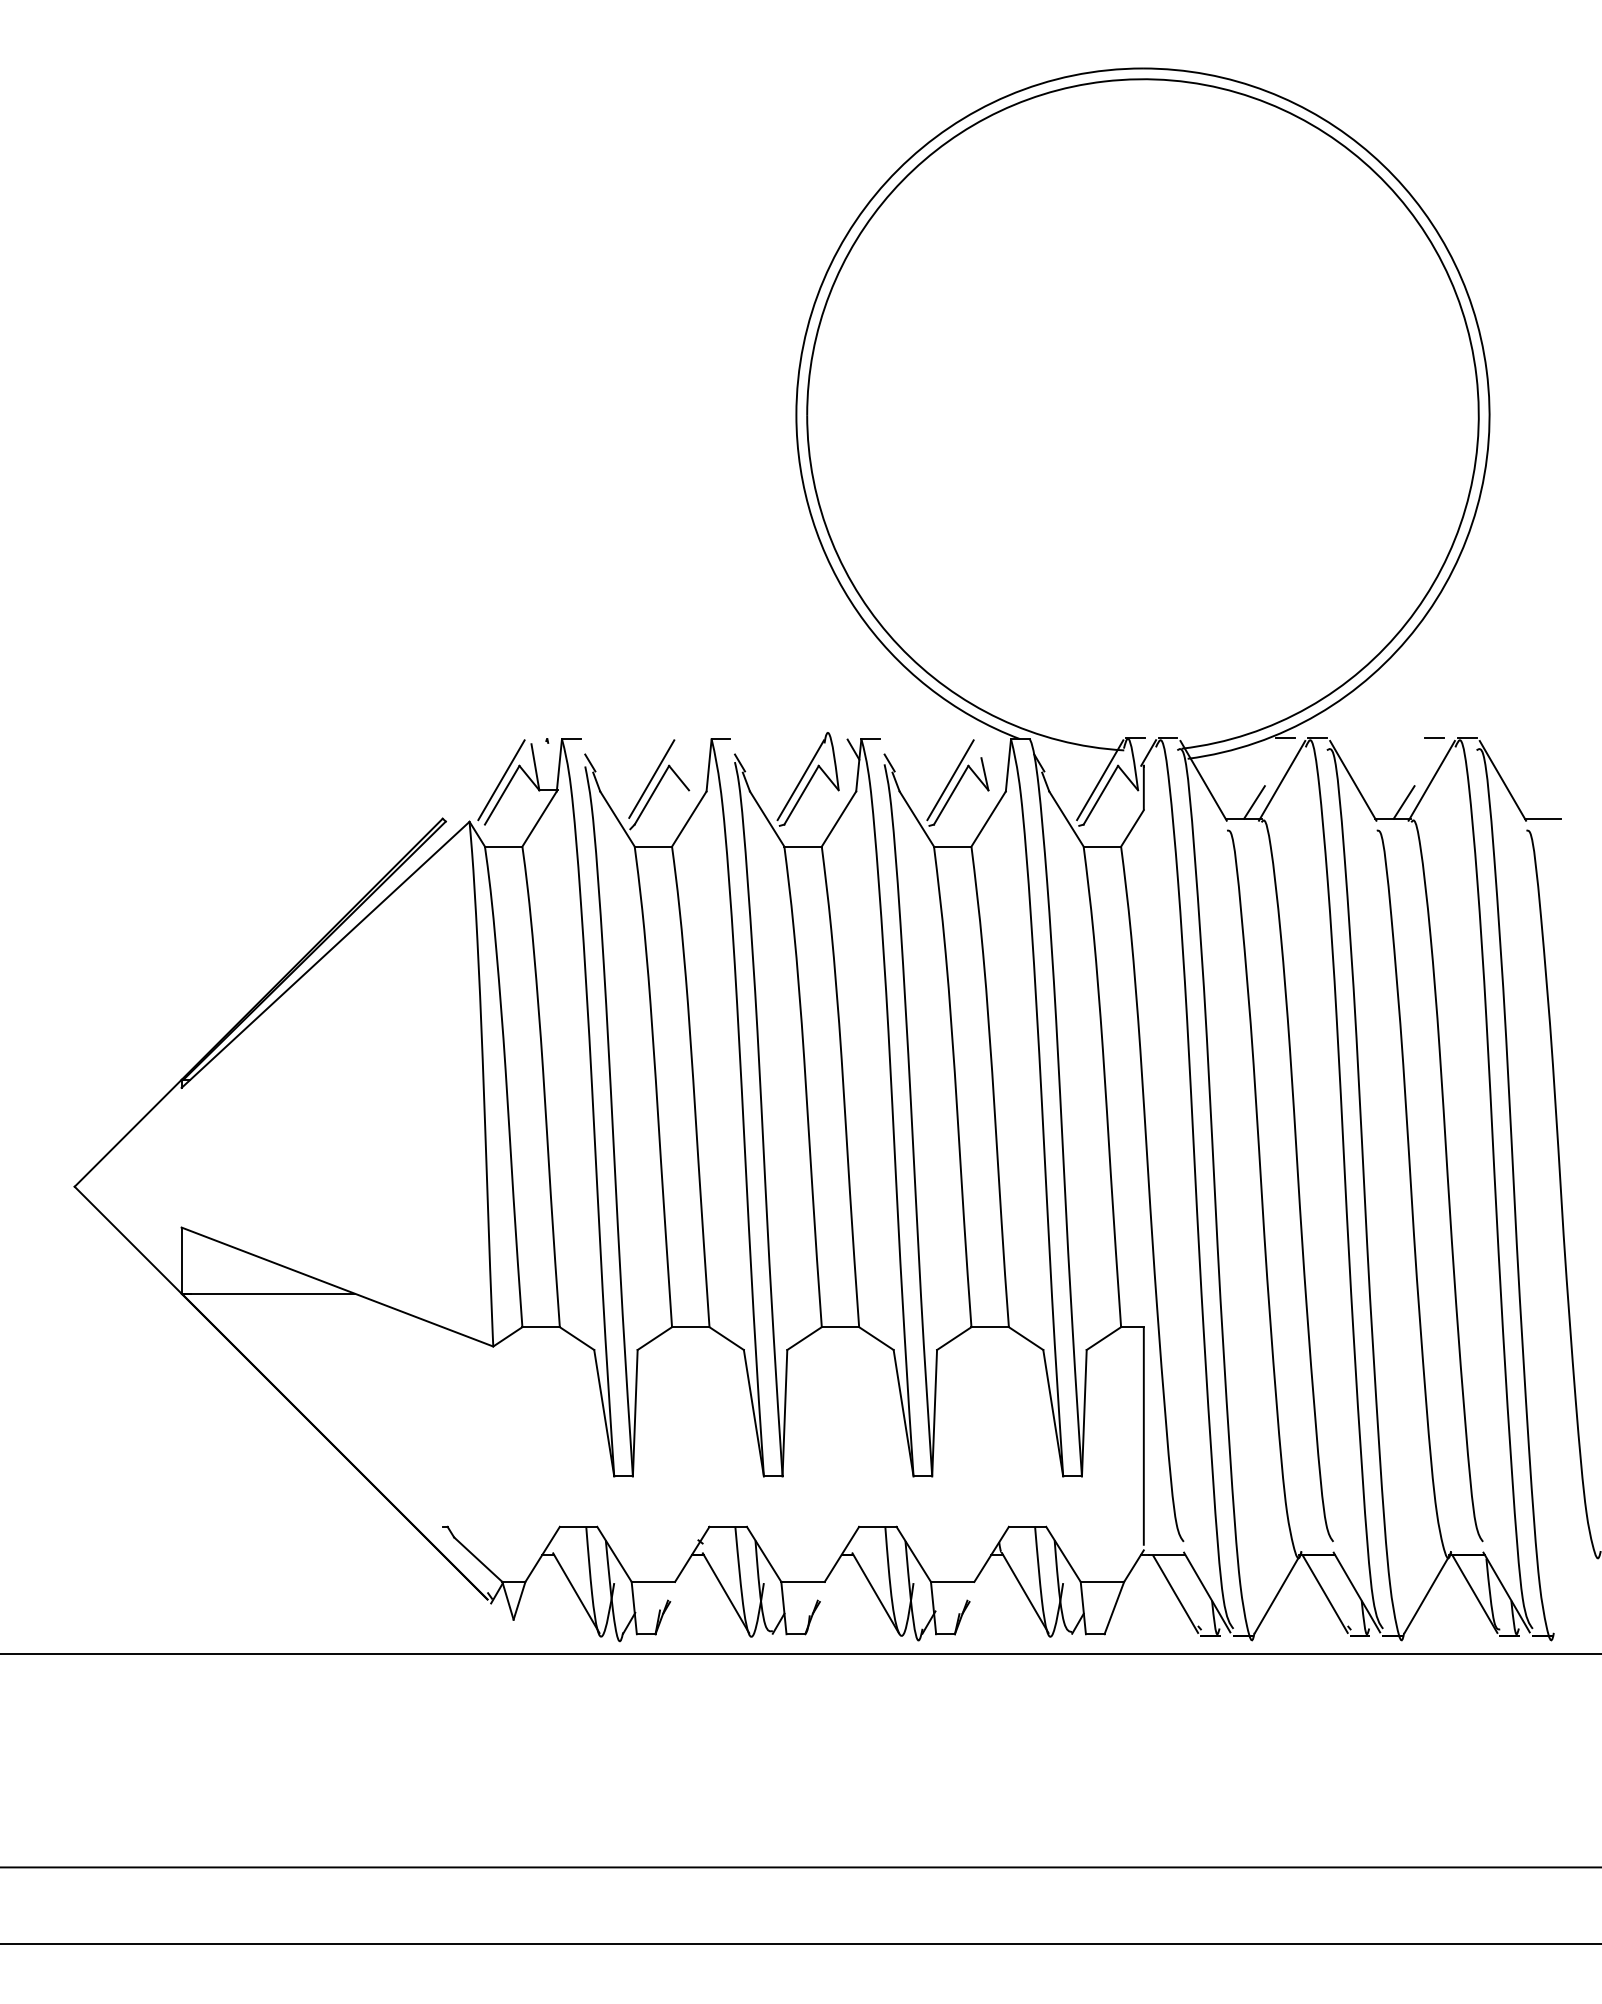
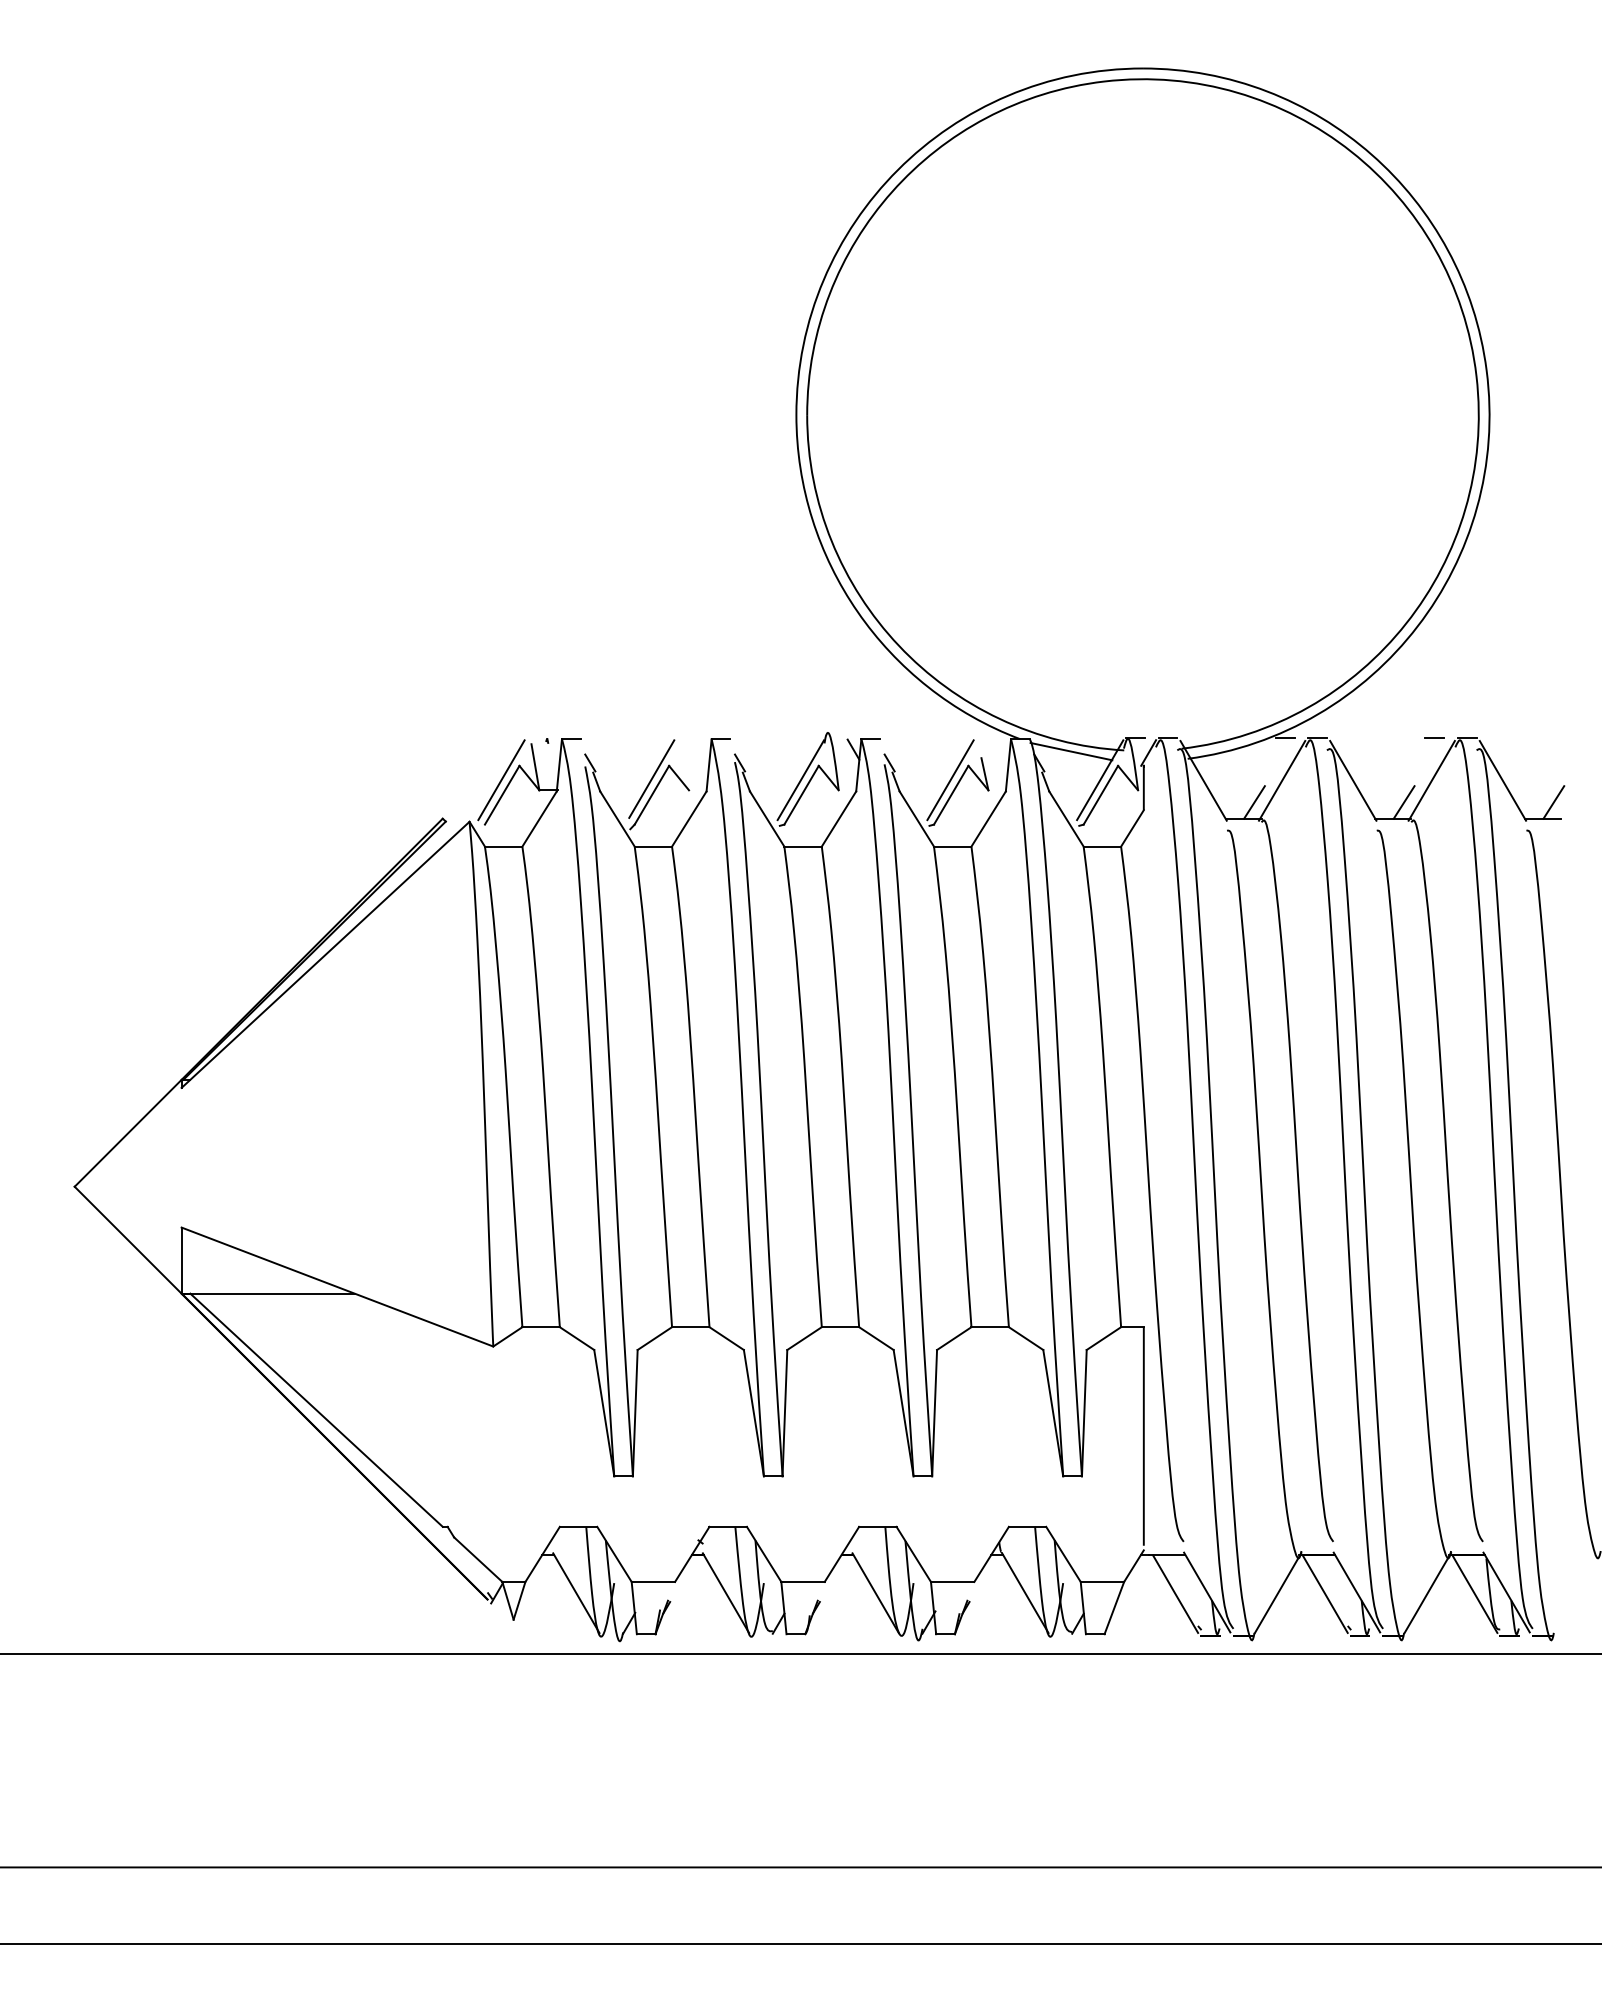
line at (1071, 751): none -> present
line at (1553, 802): none -> present
line at (316, 1409): none -> present
